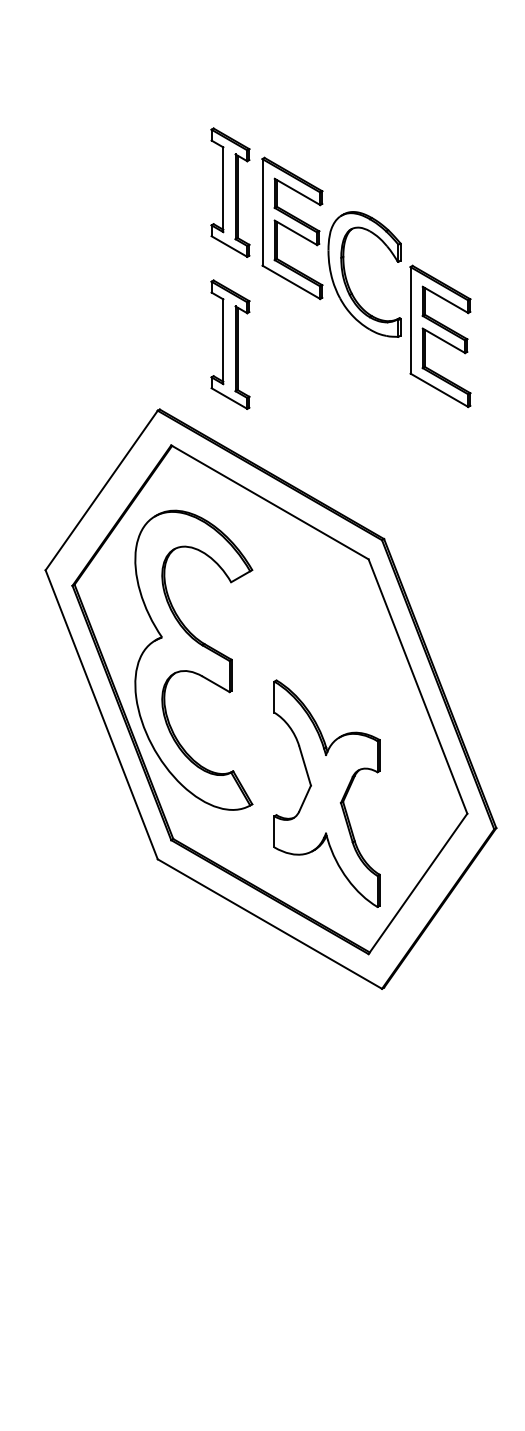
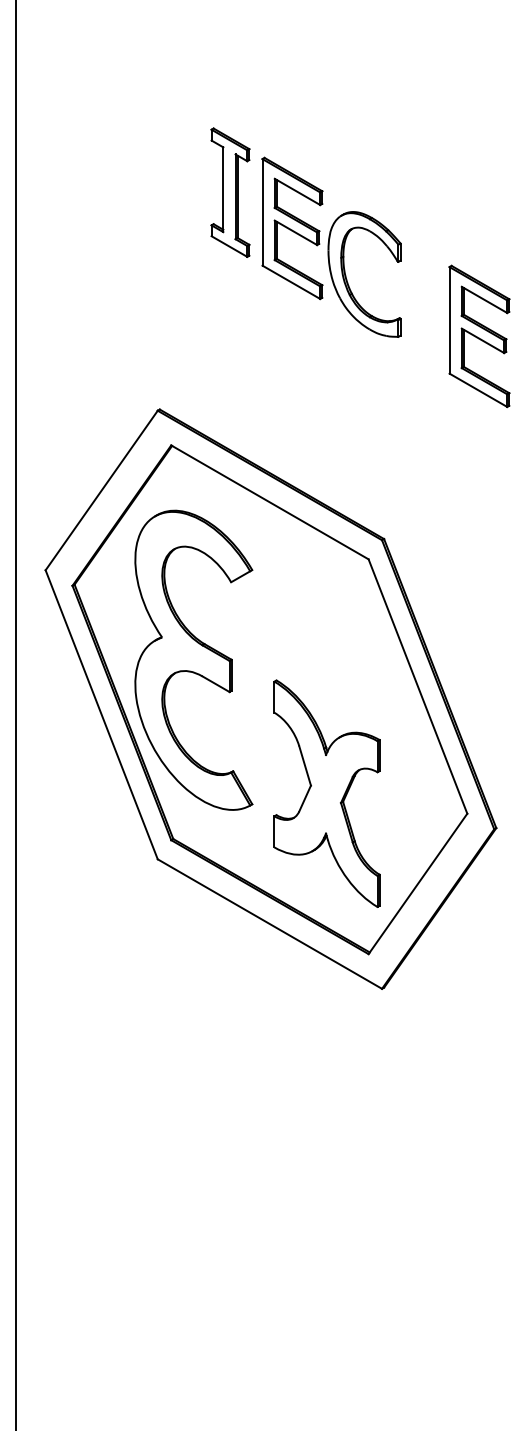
part at (440, 336) position: (440, 336) -> (479, 336)
part at (230, 344): present -> none
line at (15, 714): none -> present
